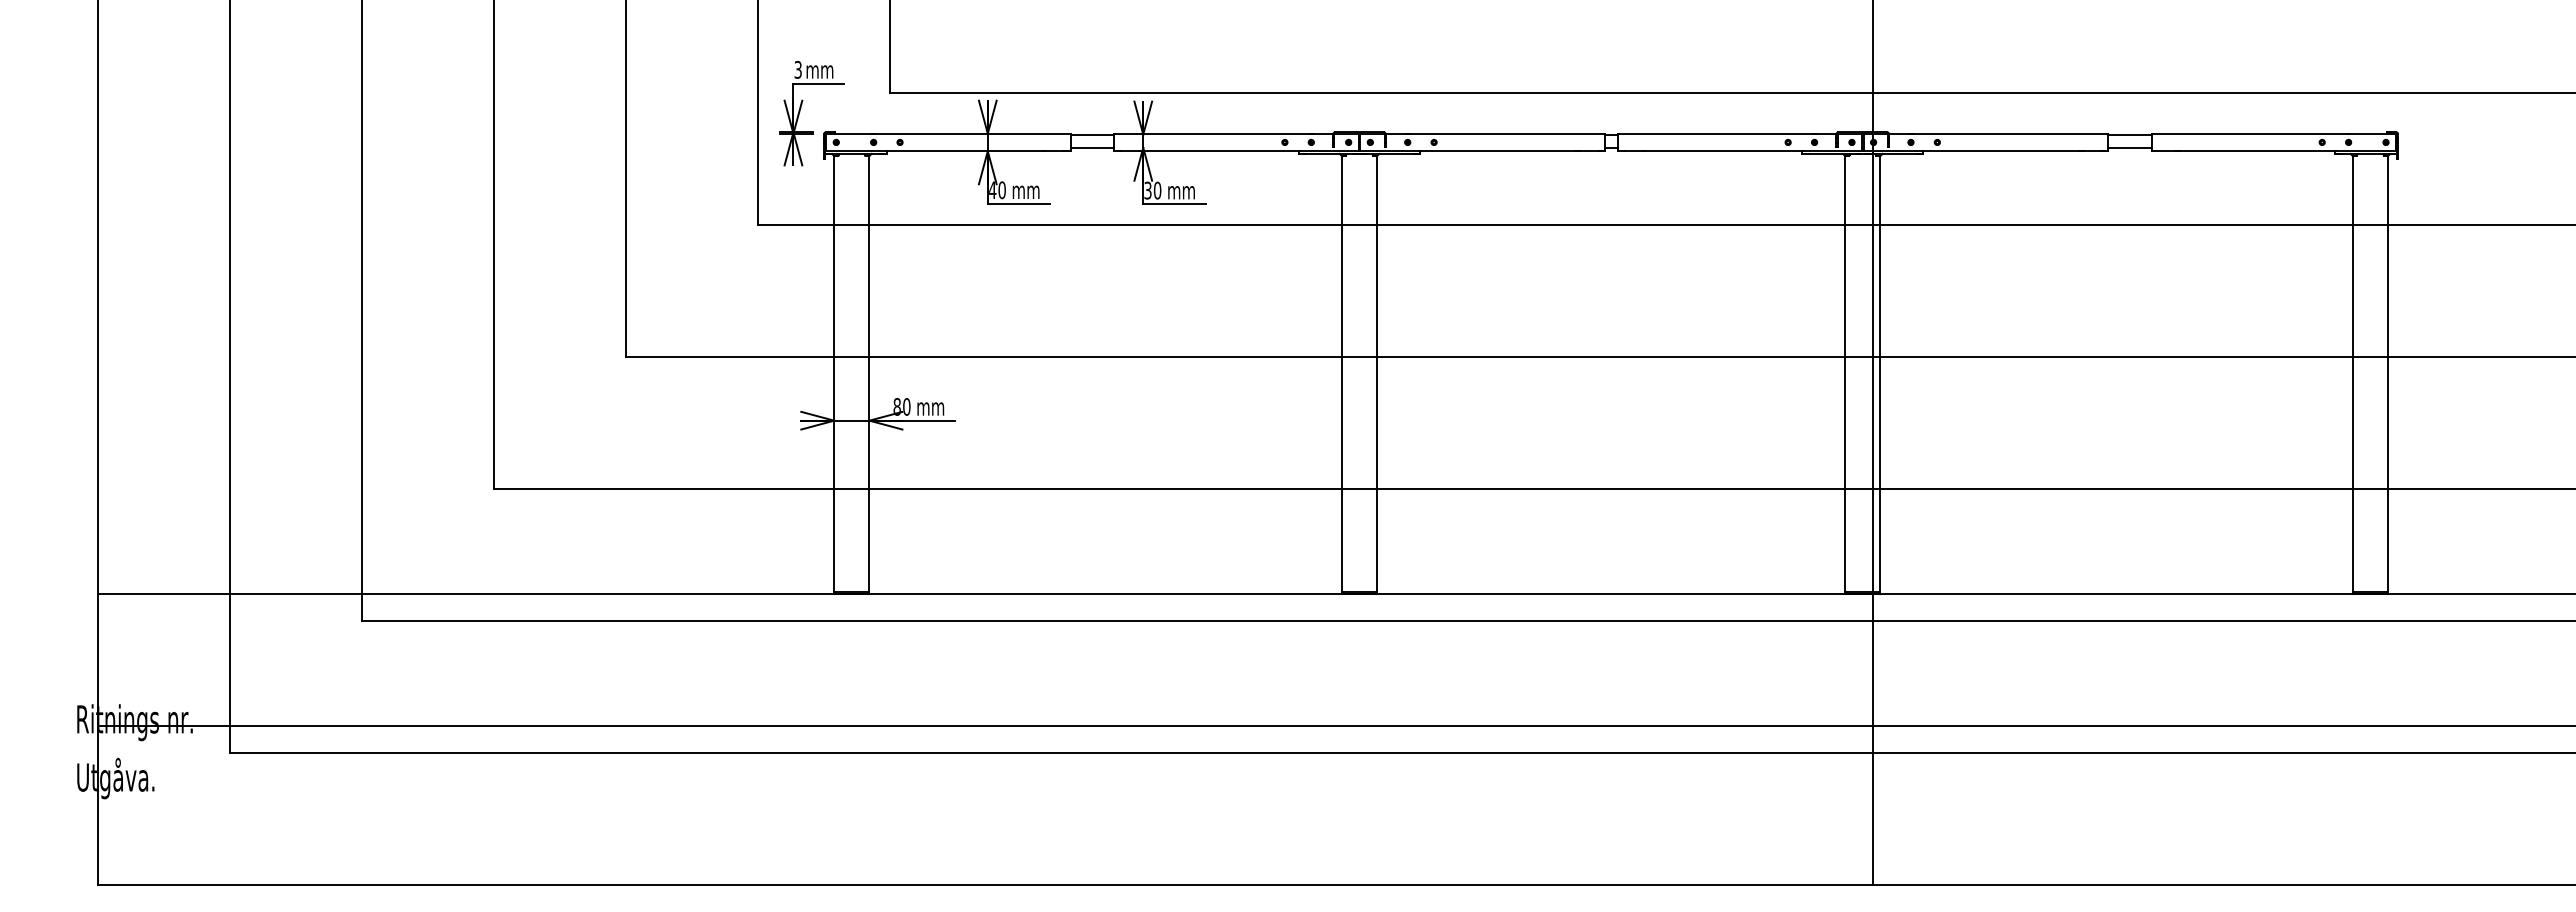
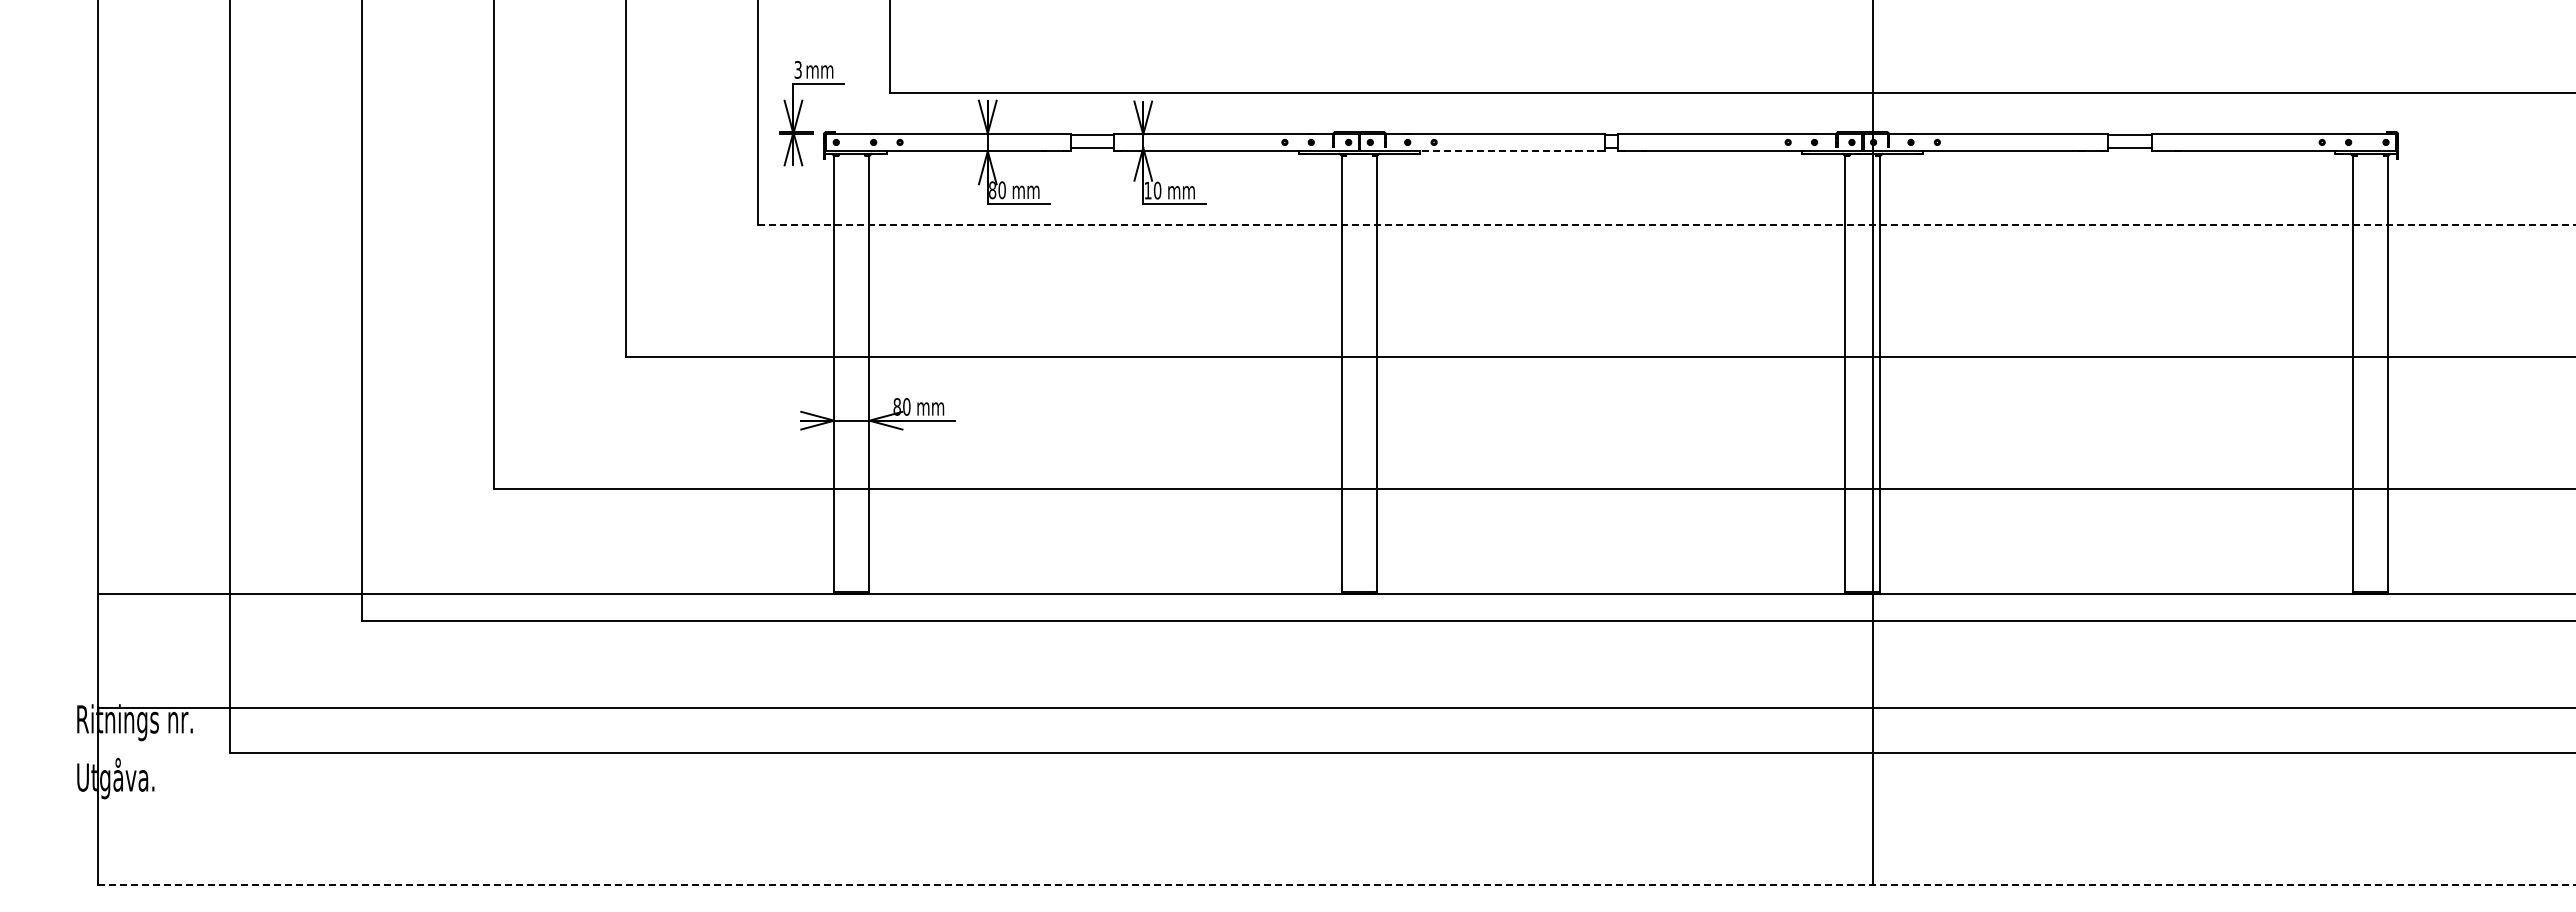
line at (1511, 151): solid -> dashed
text at (992, 190): 40 -> 80
text at (1147, 190): 30 -> 10
line at (1666, 224): solid -> dashed
line at (1335, 726) position: (1335, 726) -> (1335, 708)
line at (1336, 884): solid -> dashed
